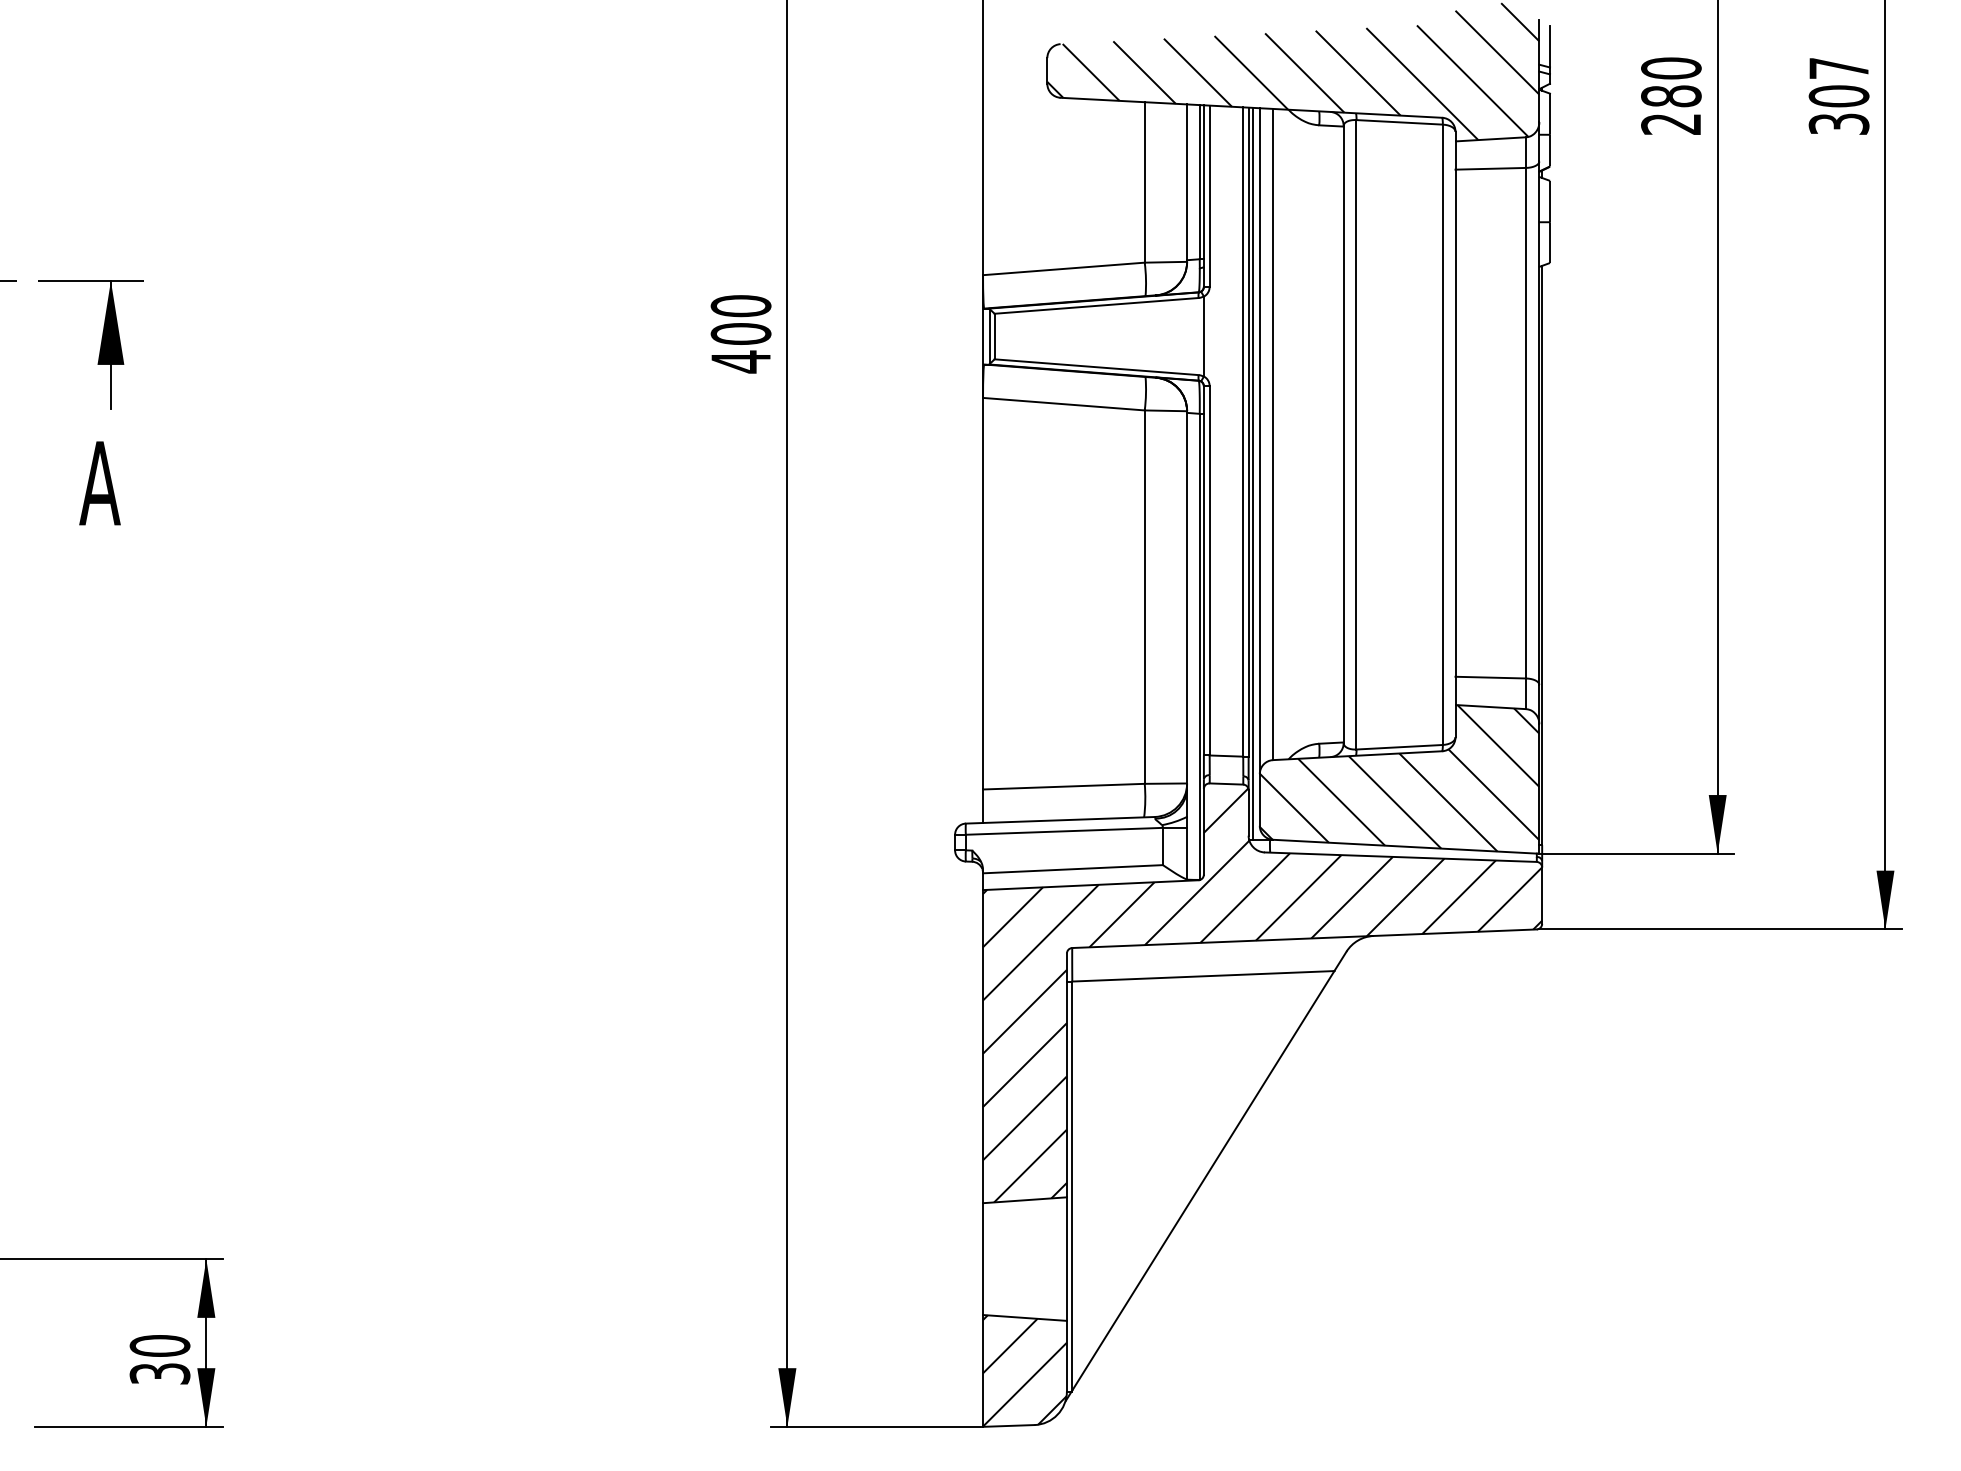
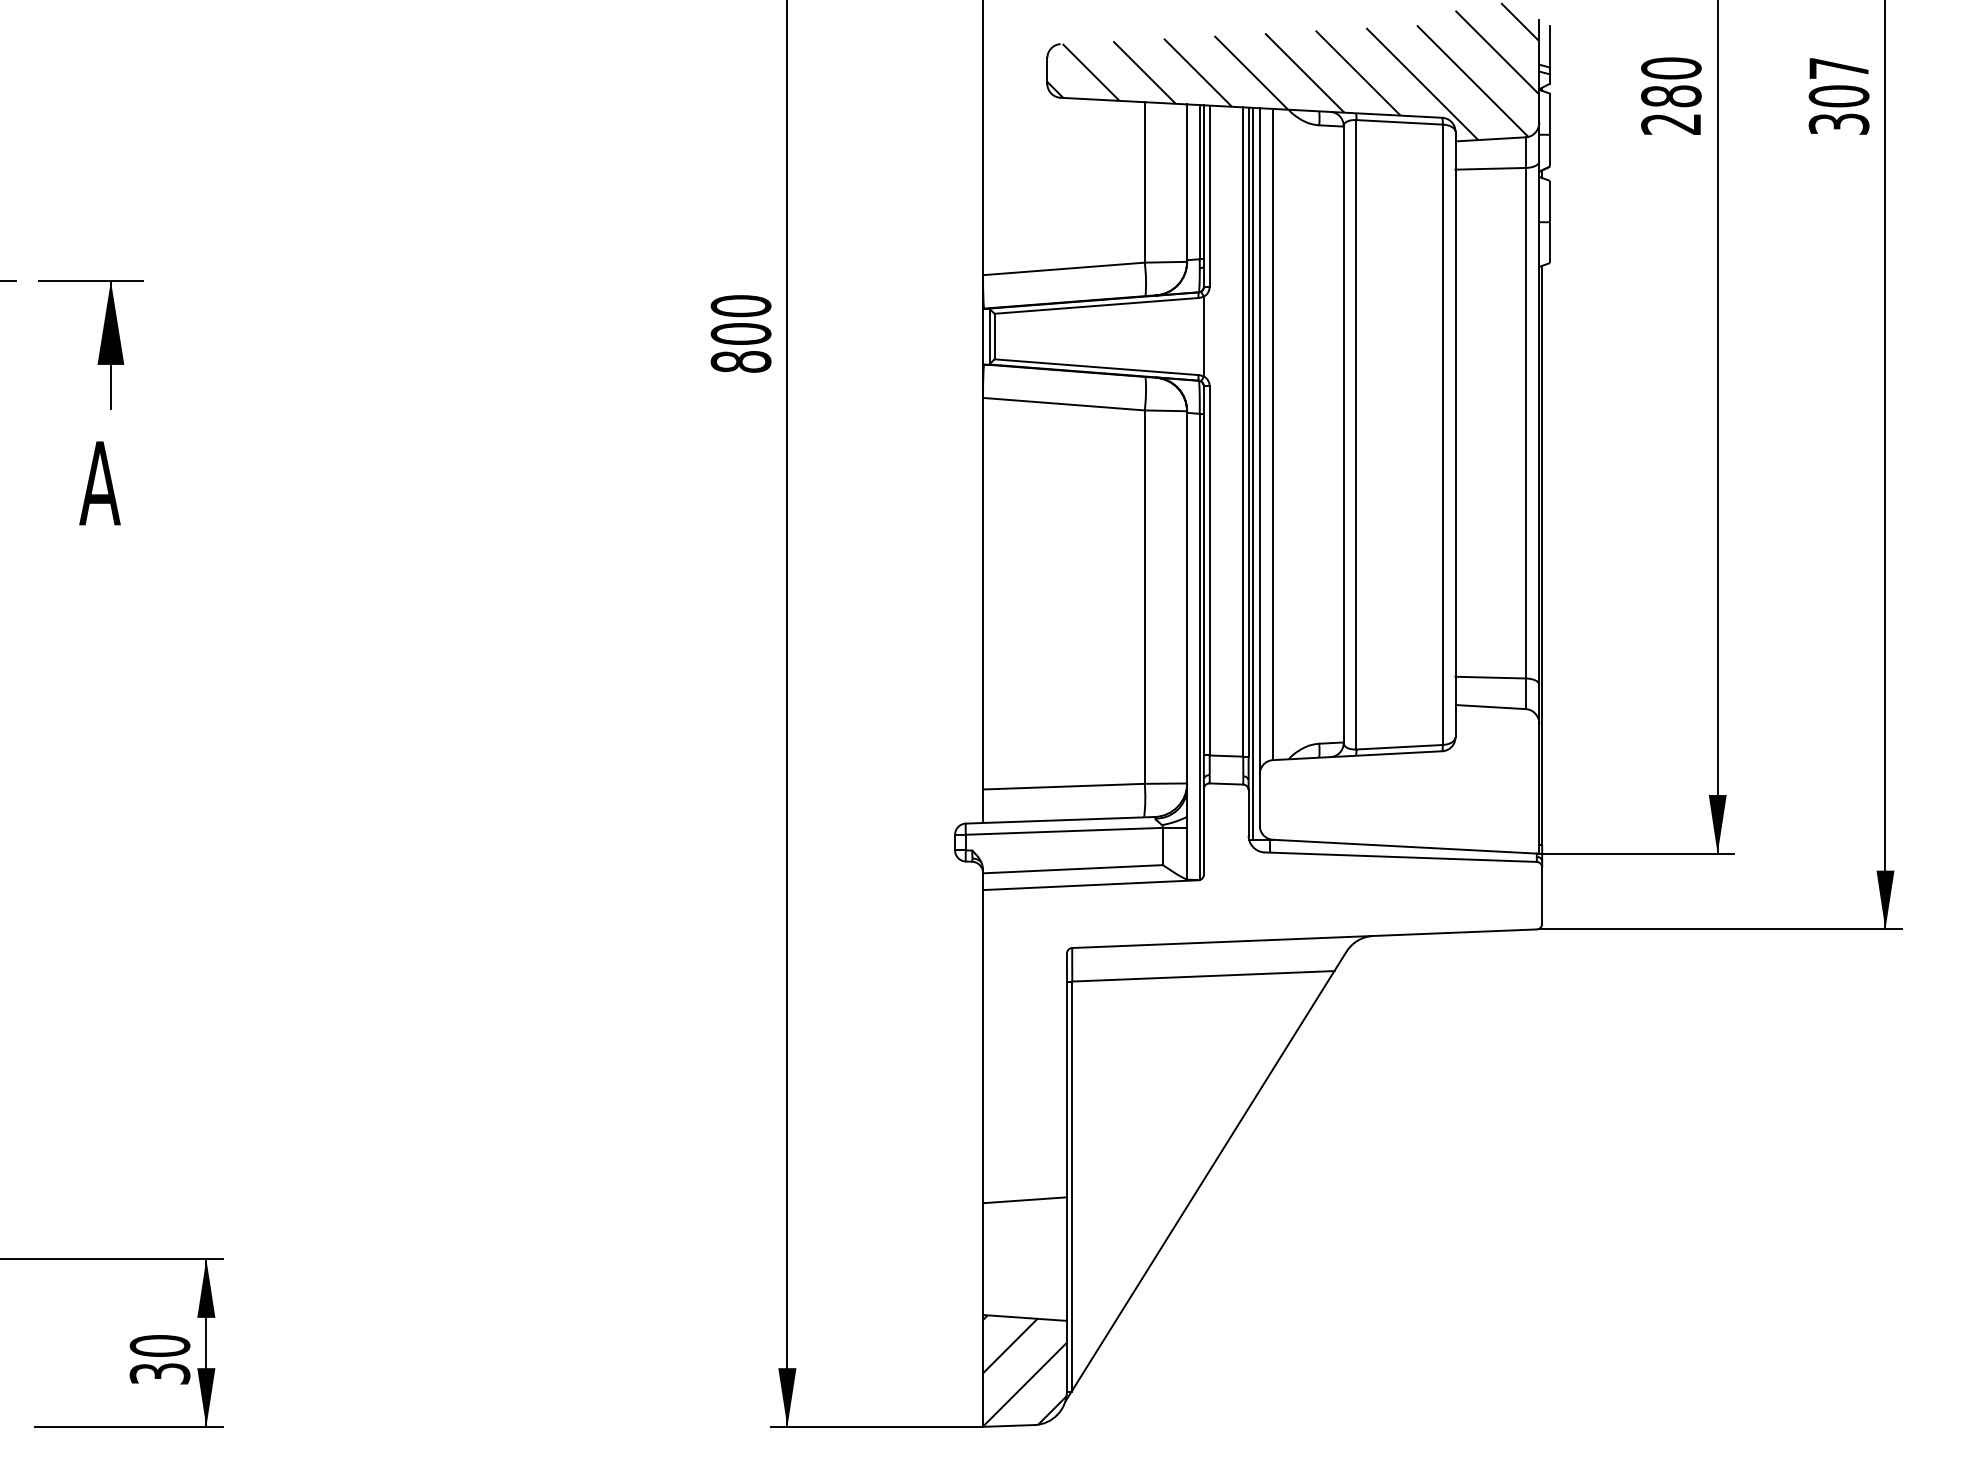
text at (740, 361): 400 -> 800
hatch at (1399, 778): present -> none
hatch at (1262, 995): present -> none
